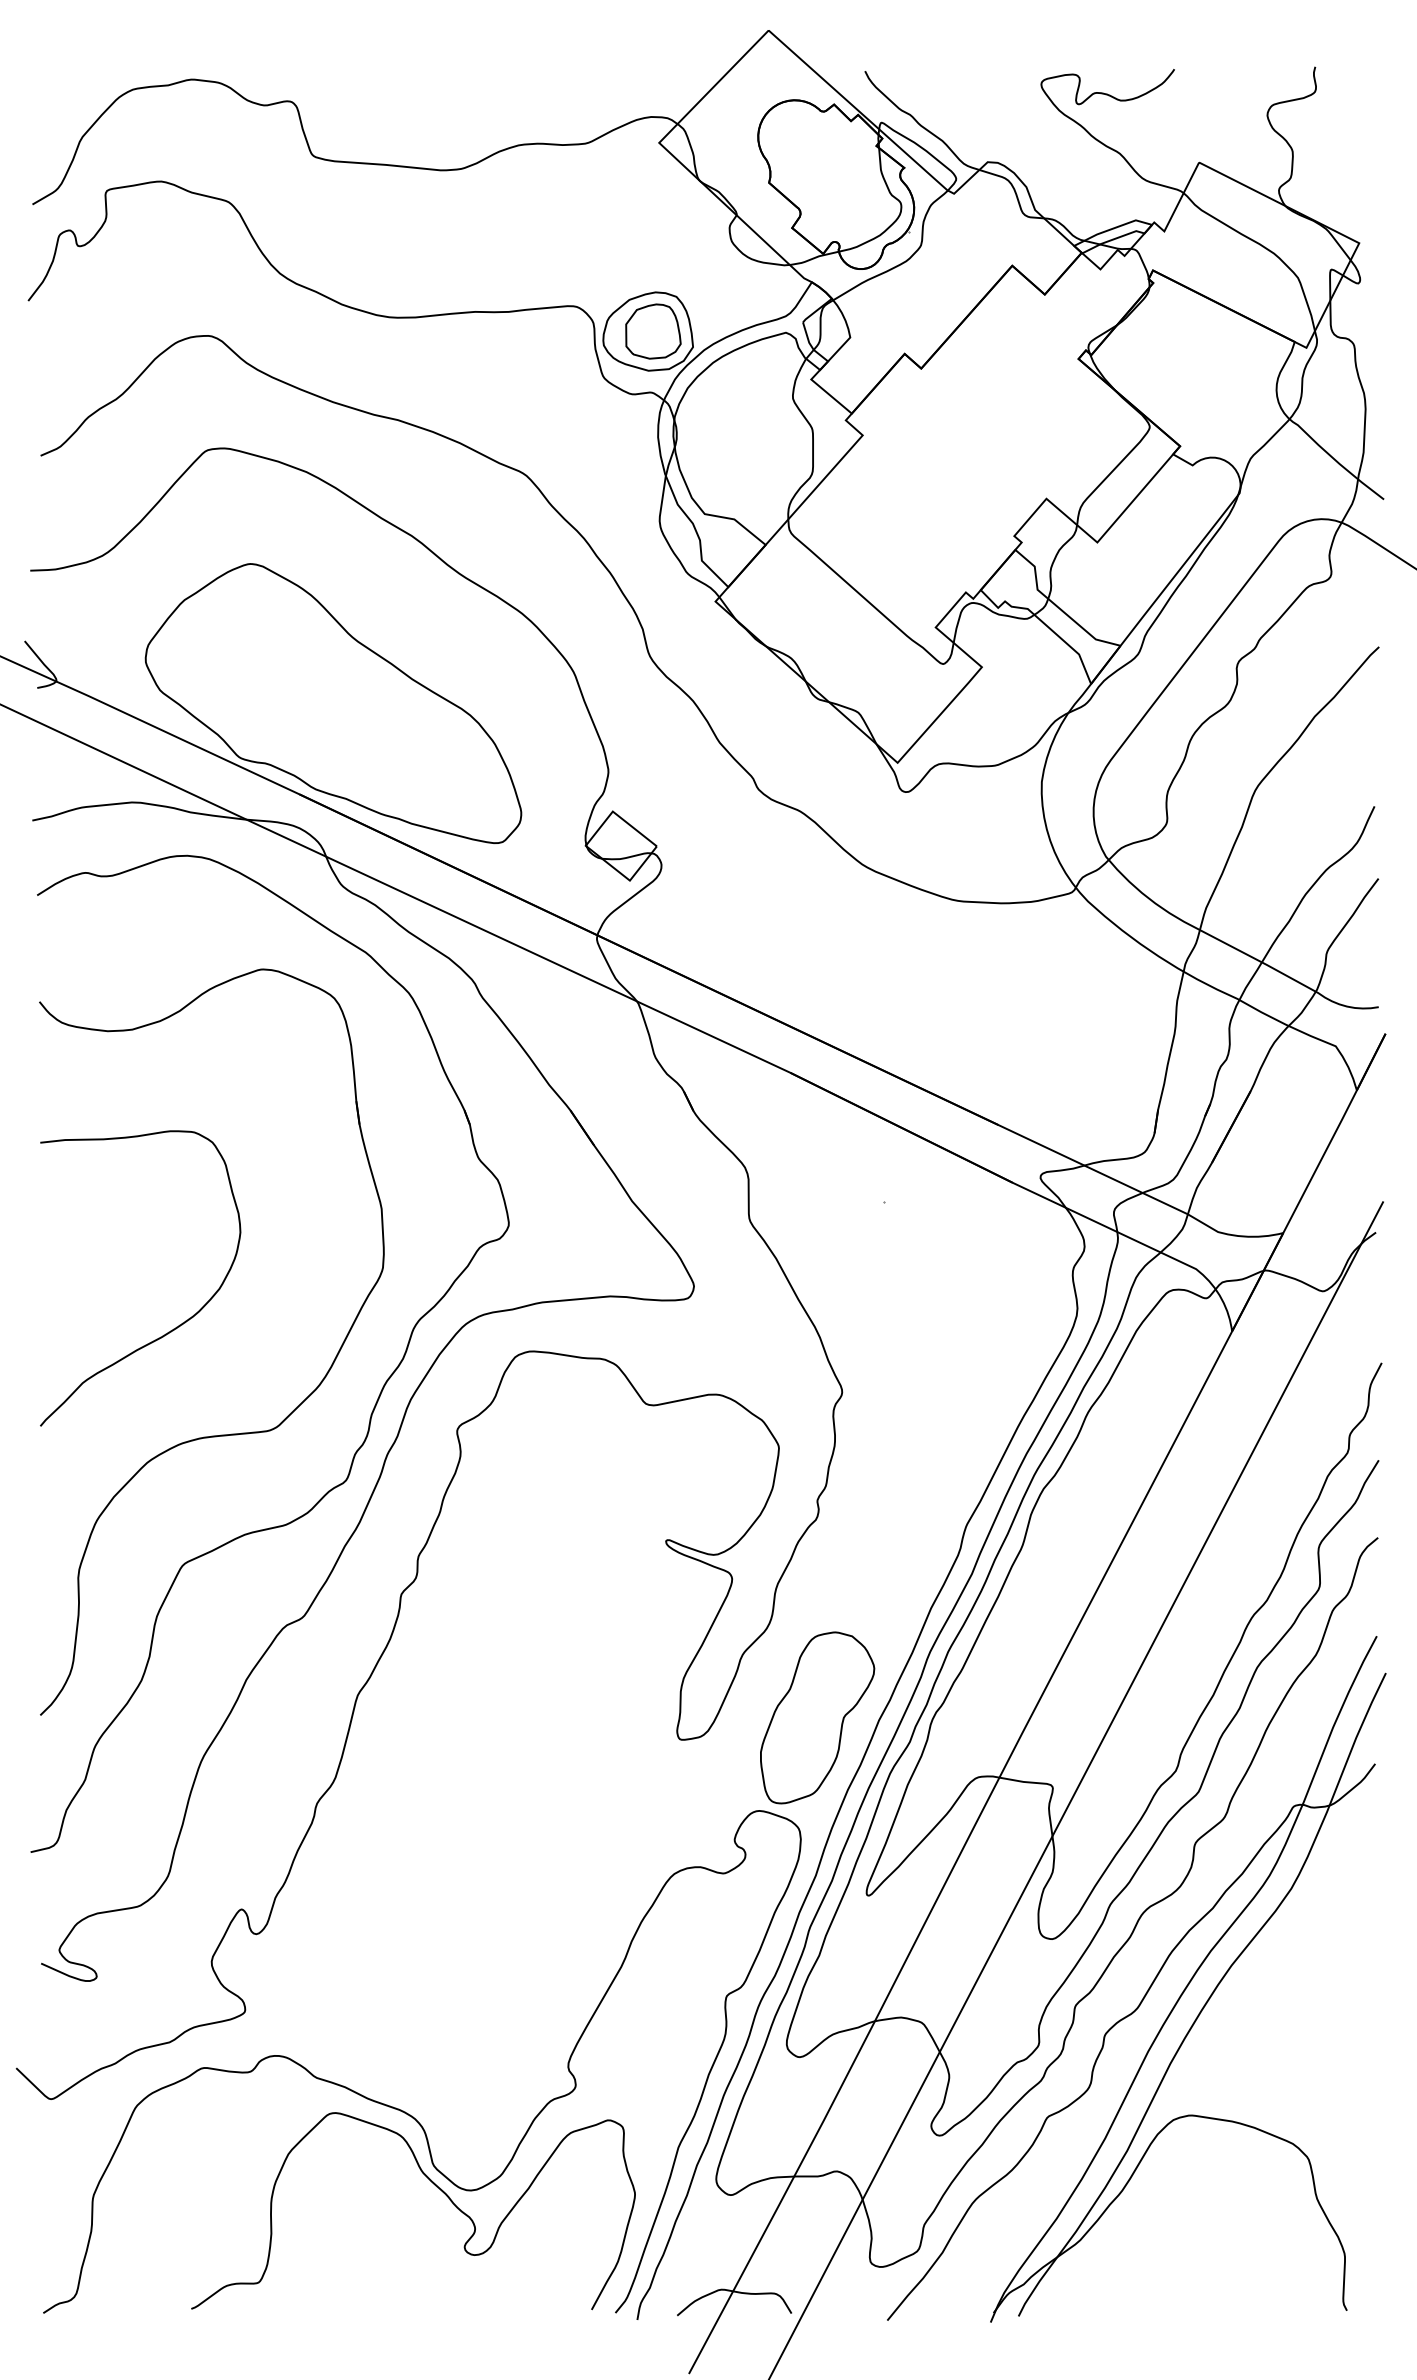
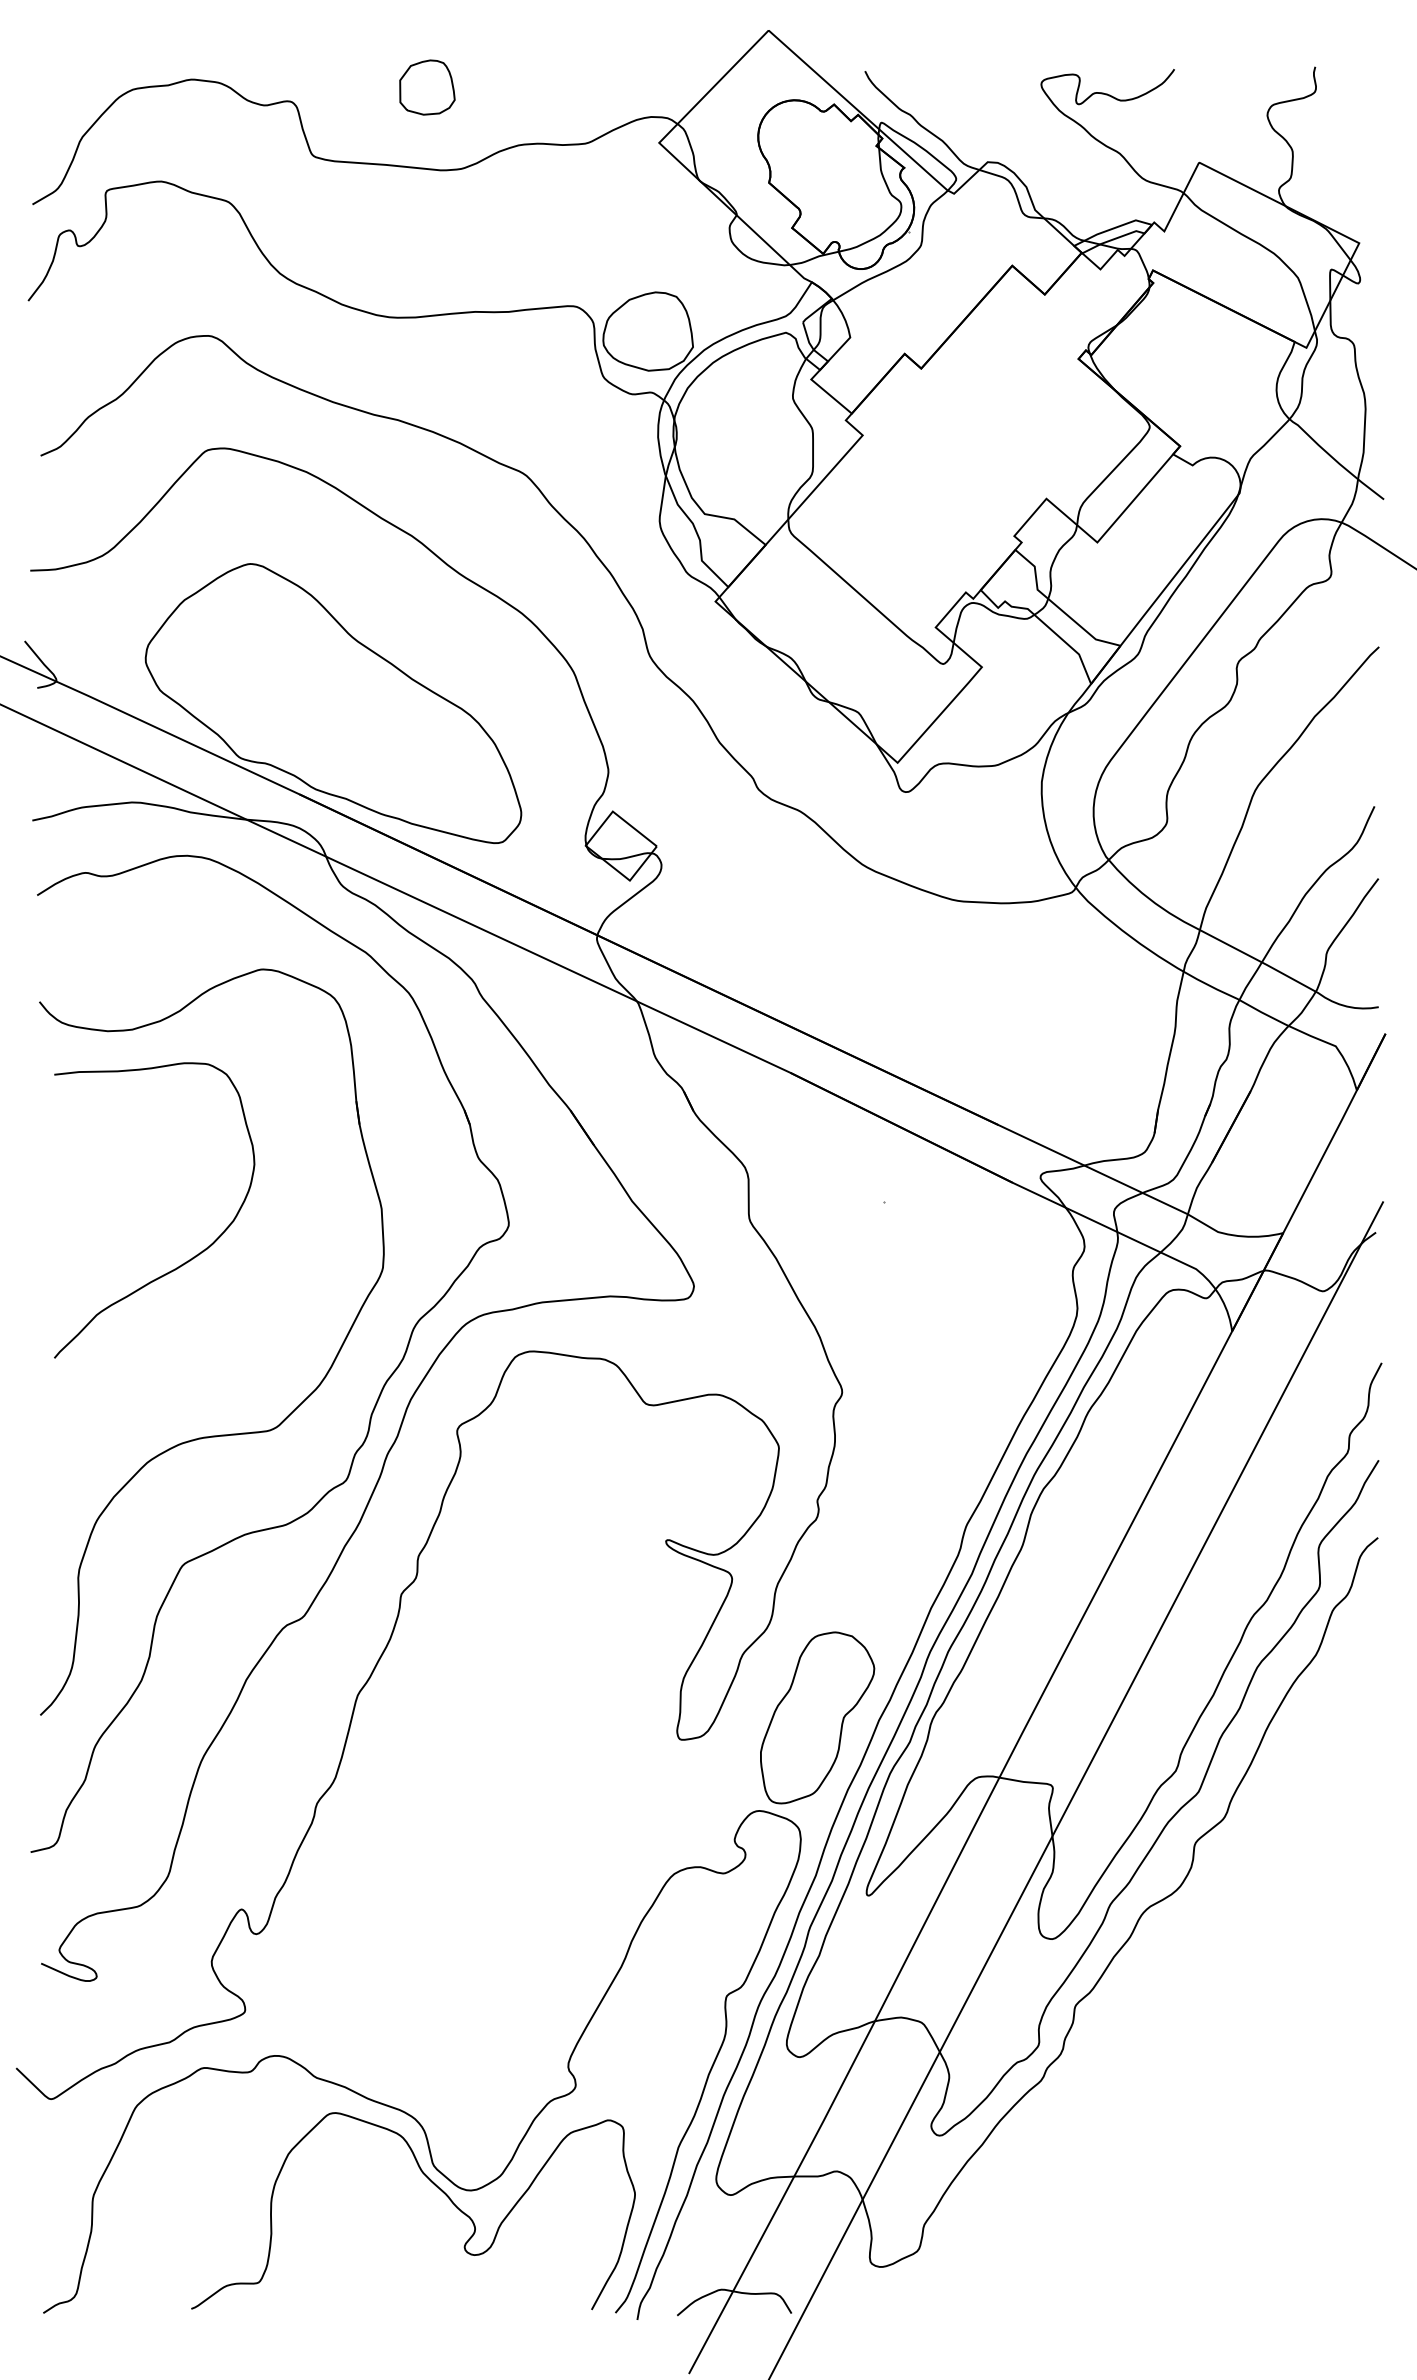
part at (653, 331) position: (653, 331) -> (427, 87)
curve at (173, 1328) position: (173, 1328) -> (187, 1260)
part at (1149, 1986): present -> none
